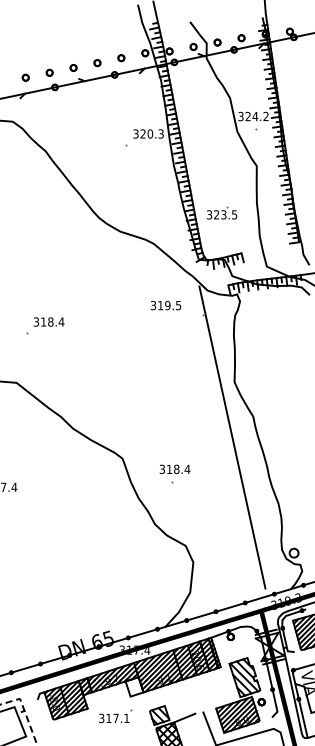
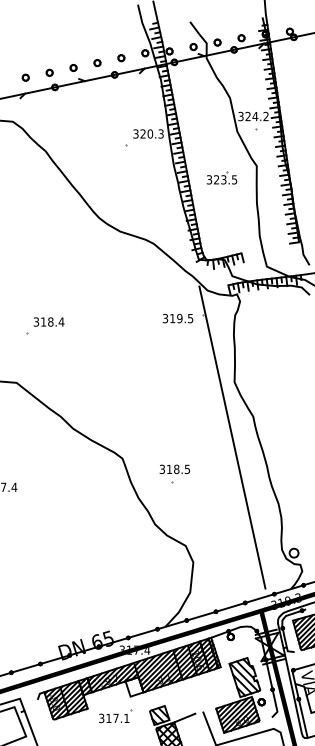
part at (221, 212) position: (221, 212) -> (221, 177)
text at (165, 305) position: (165, 305) -> (177, 318)
text at (187, 469): 318.4 -> 318.5
line at (24, 711): dashed -> solid
